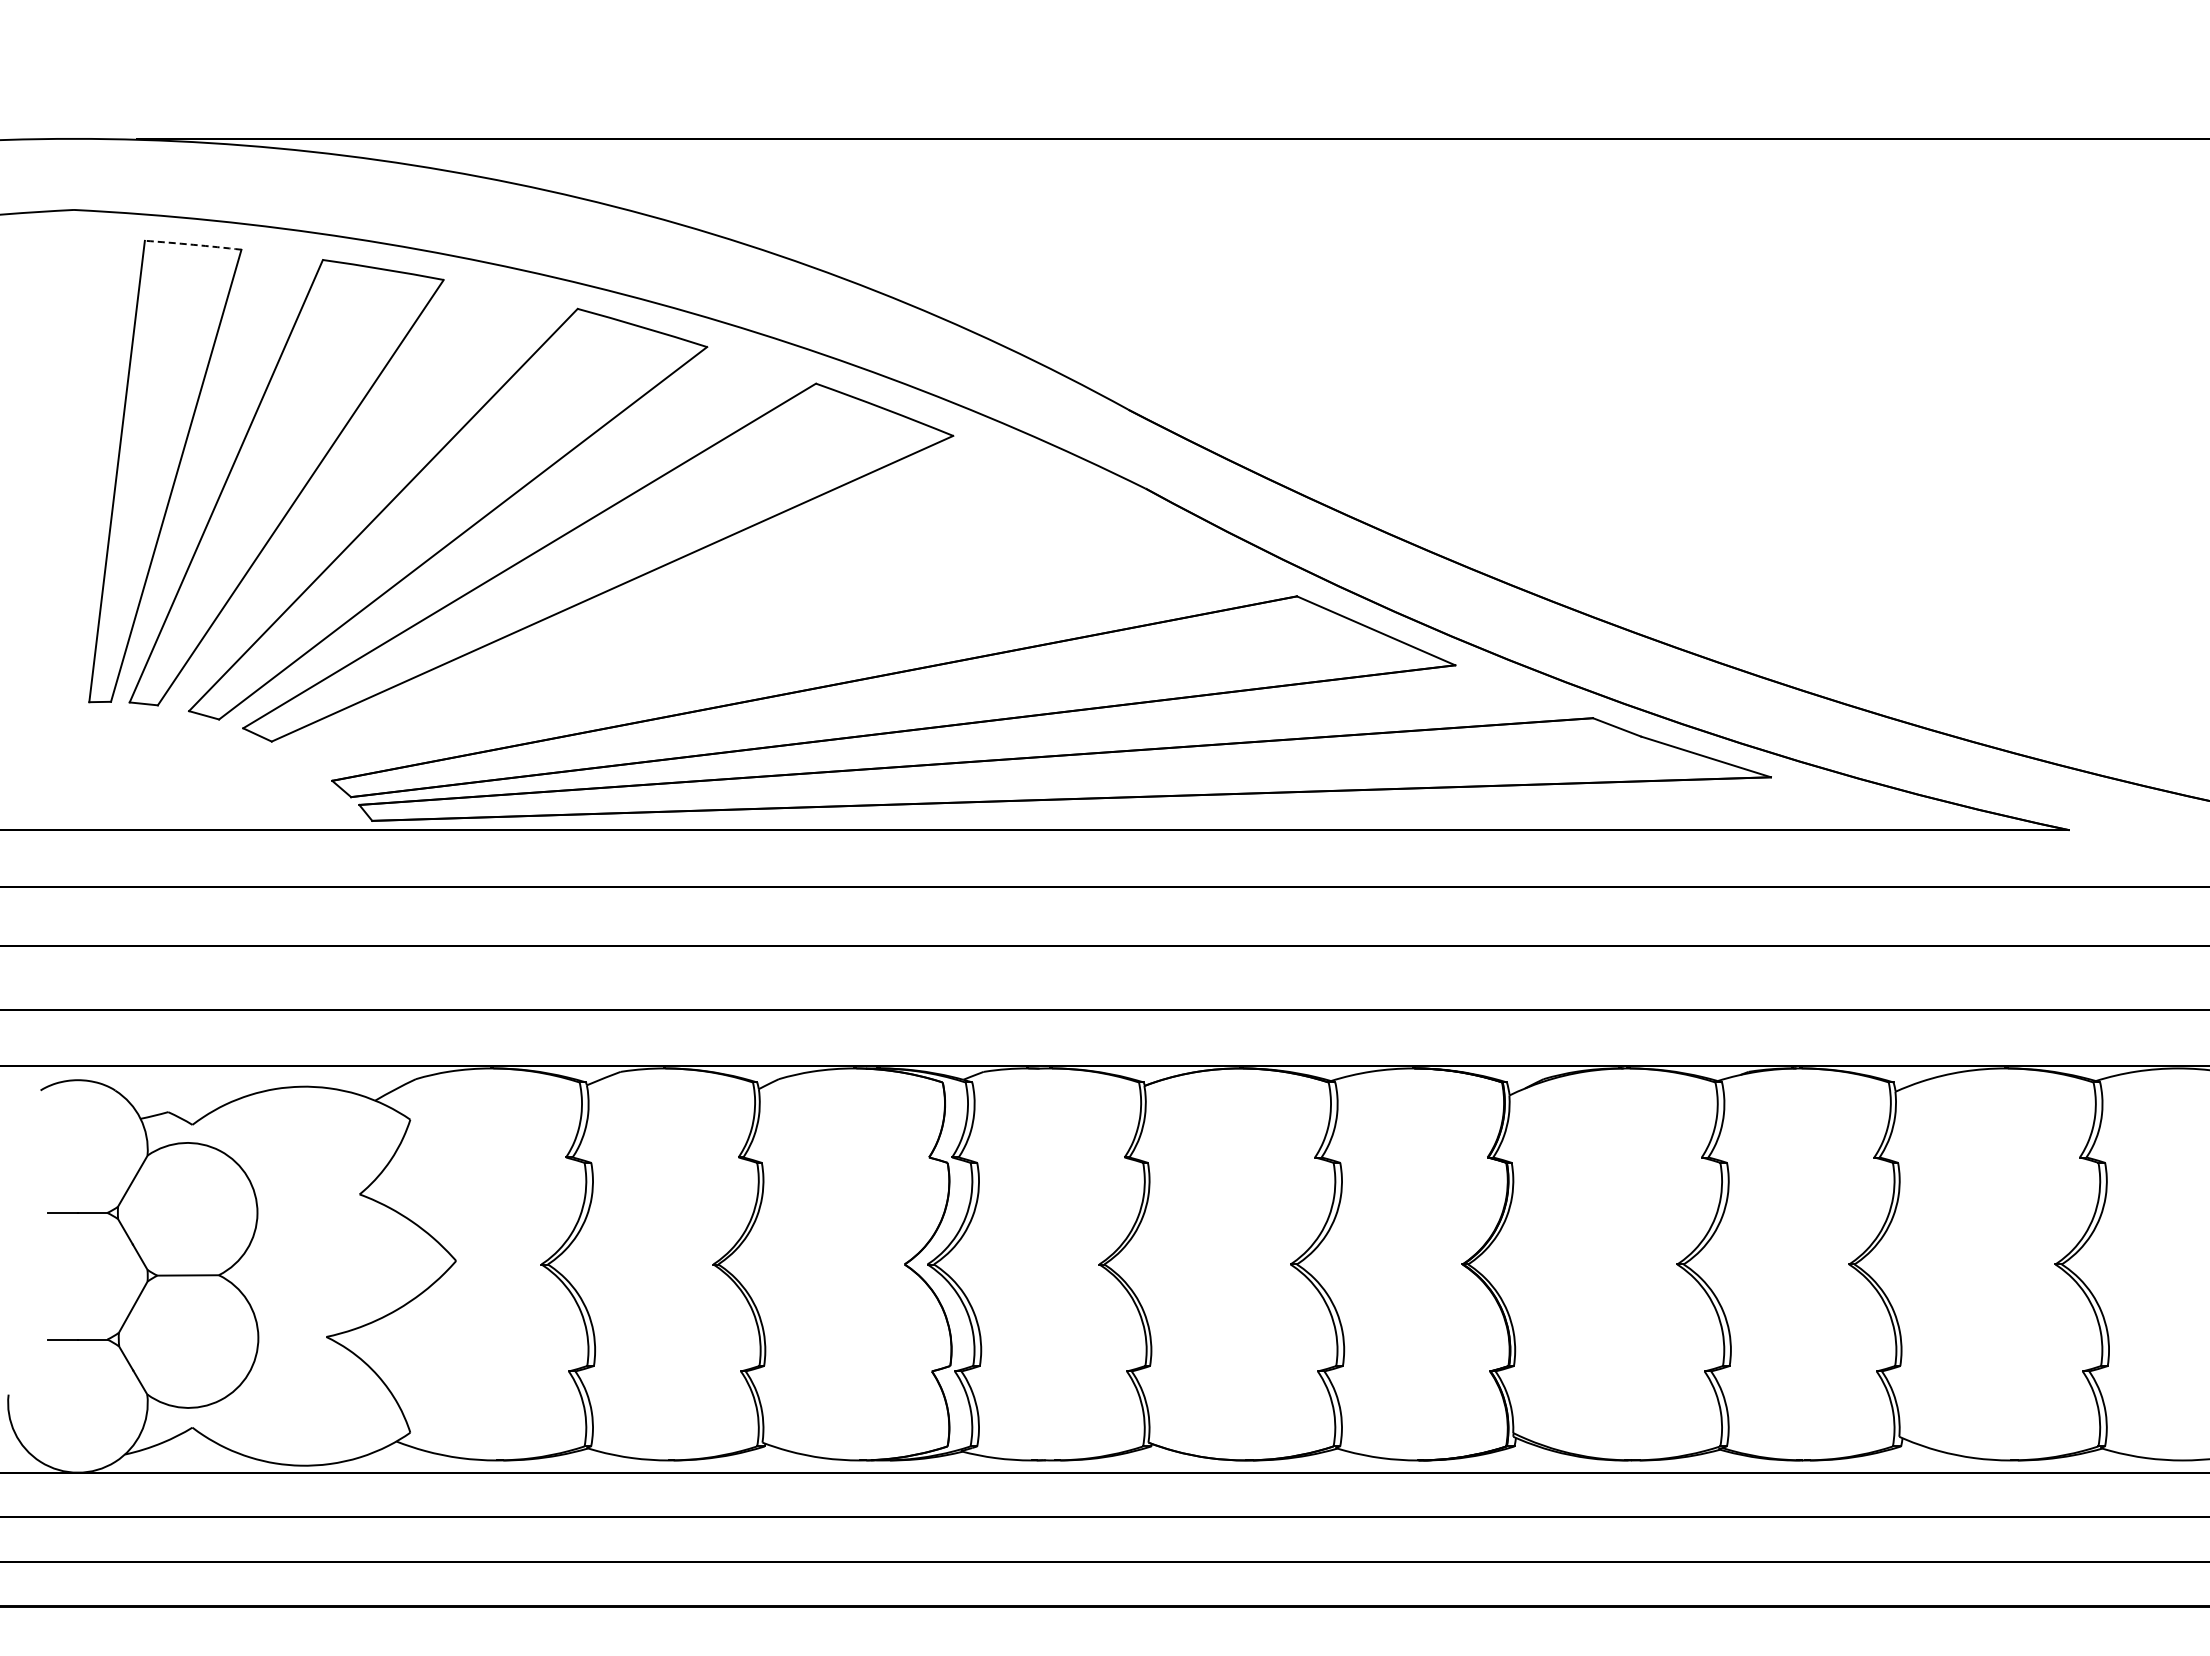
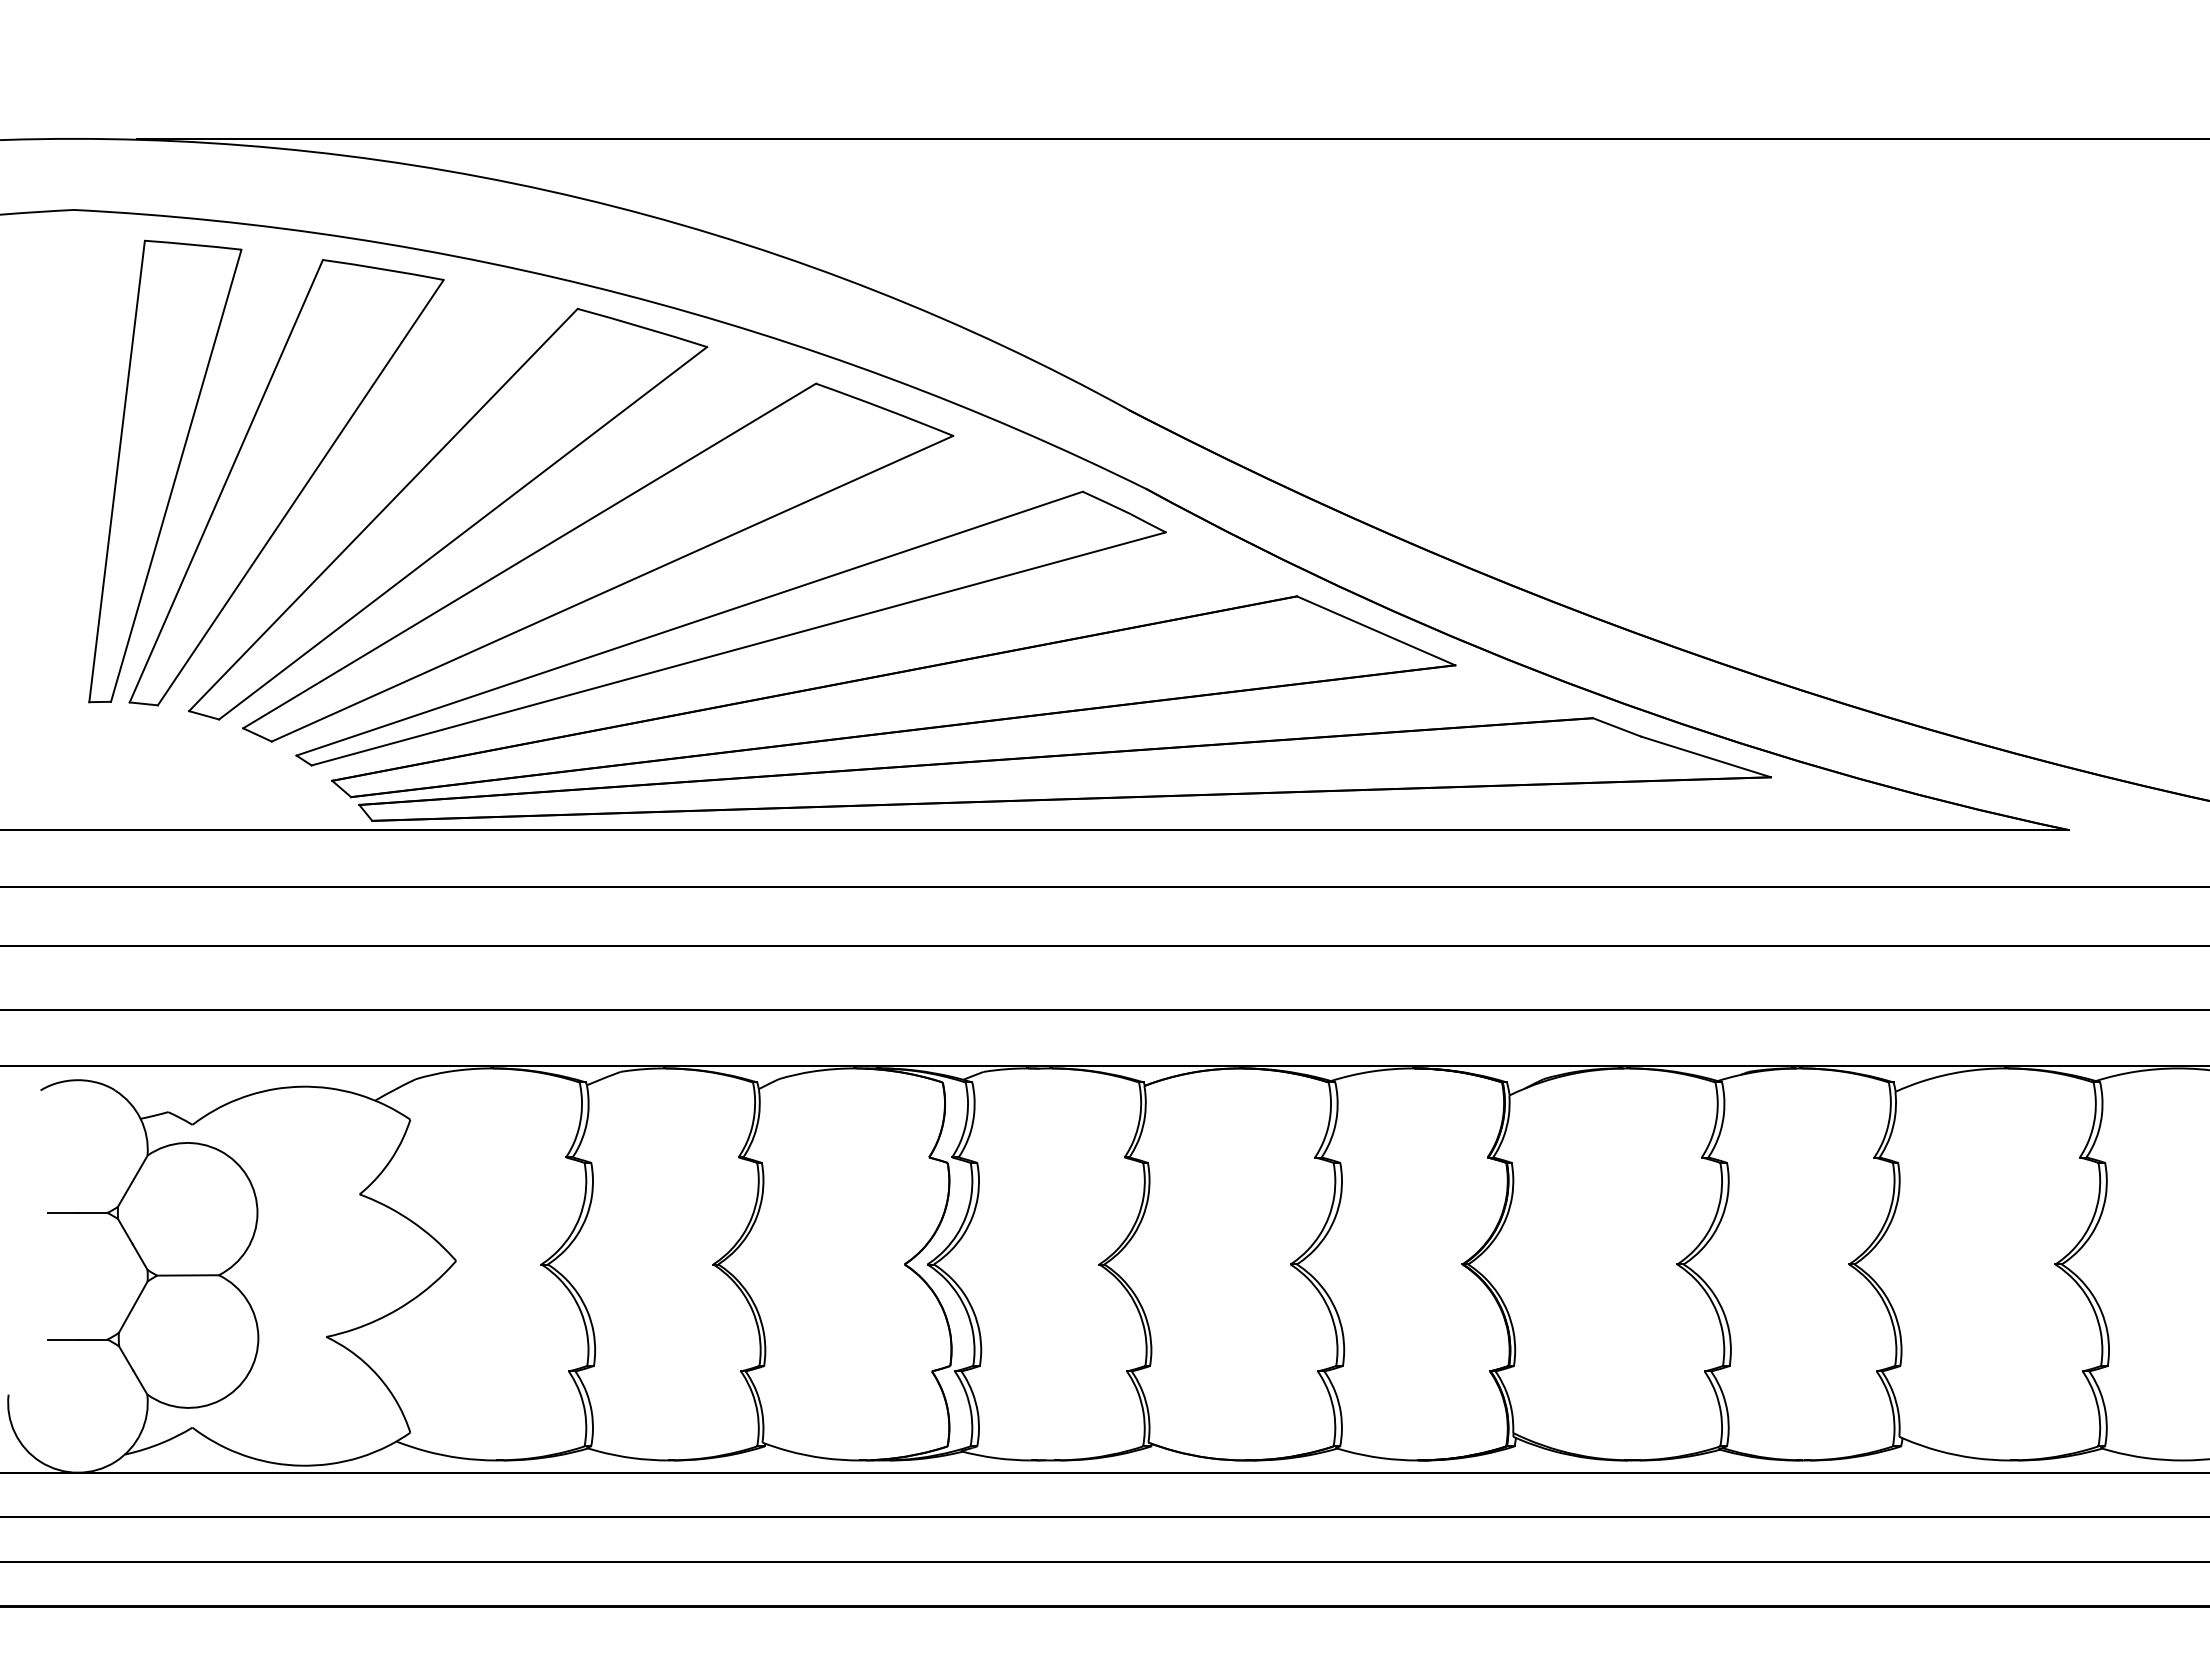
arc at (193, 244): dashed -> solid
part at (730, 628): none -> present
